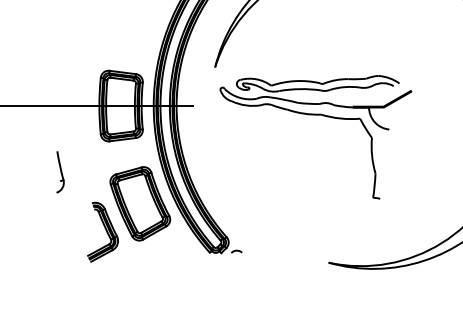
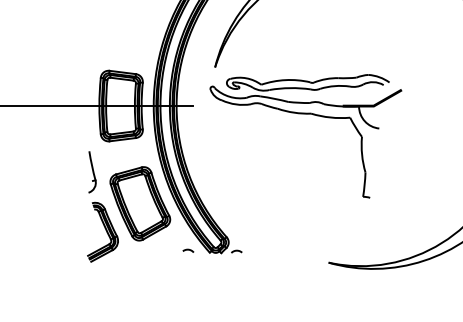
part at (315, 115) position: (315, 115) -> (305, 114)
part at (60, 172) position: (60, 172) -> (92, 172)
curve at (188, 250): none -> present
